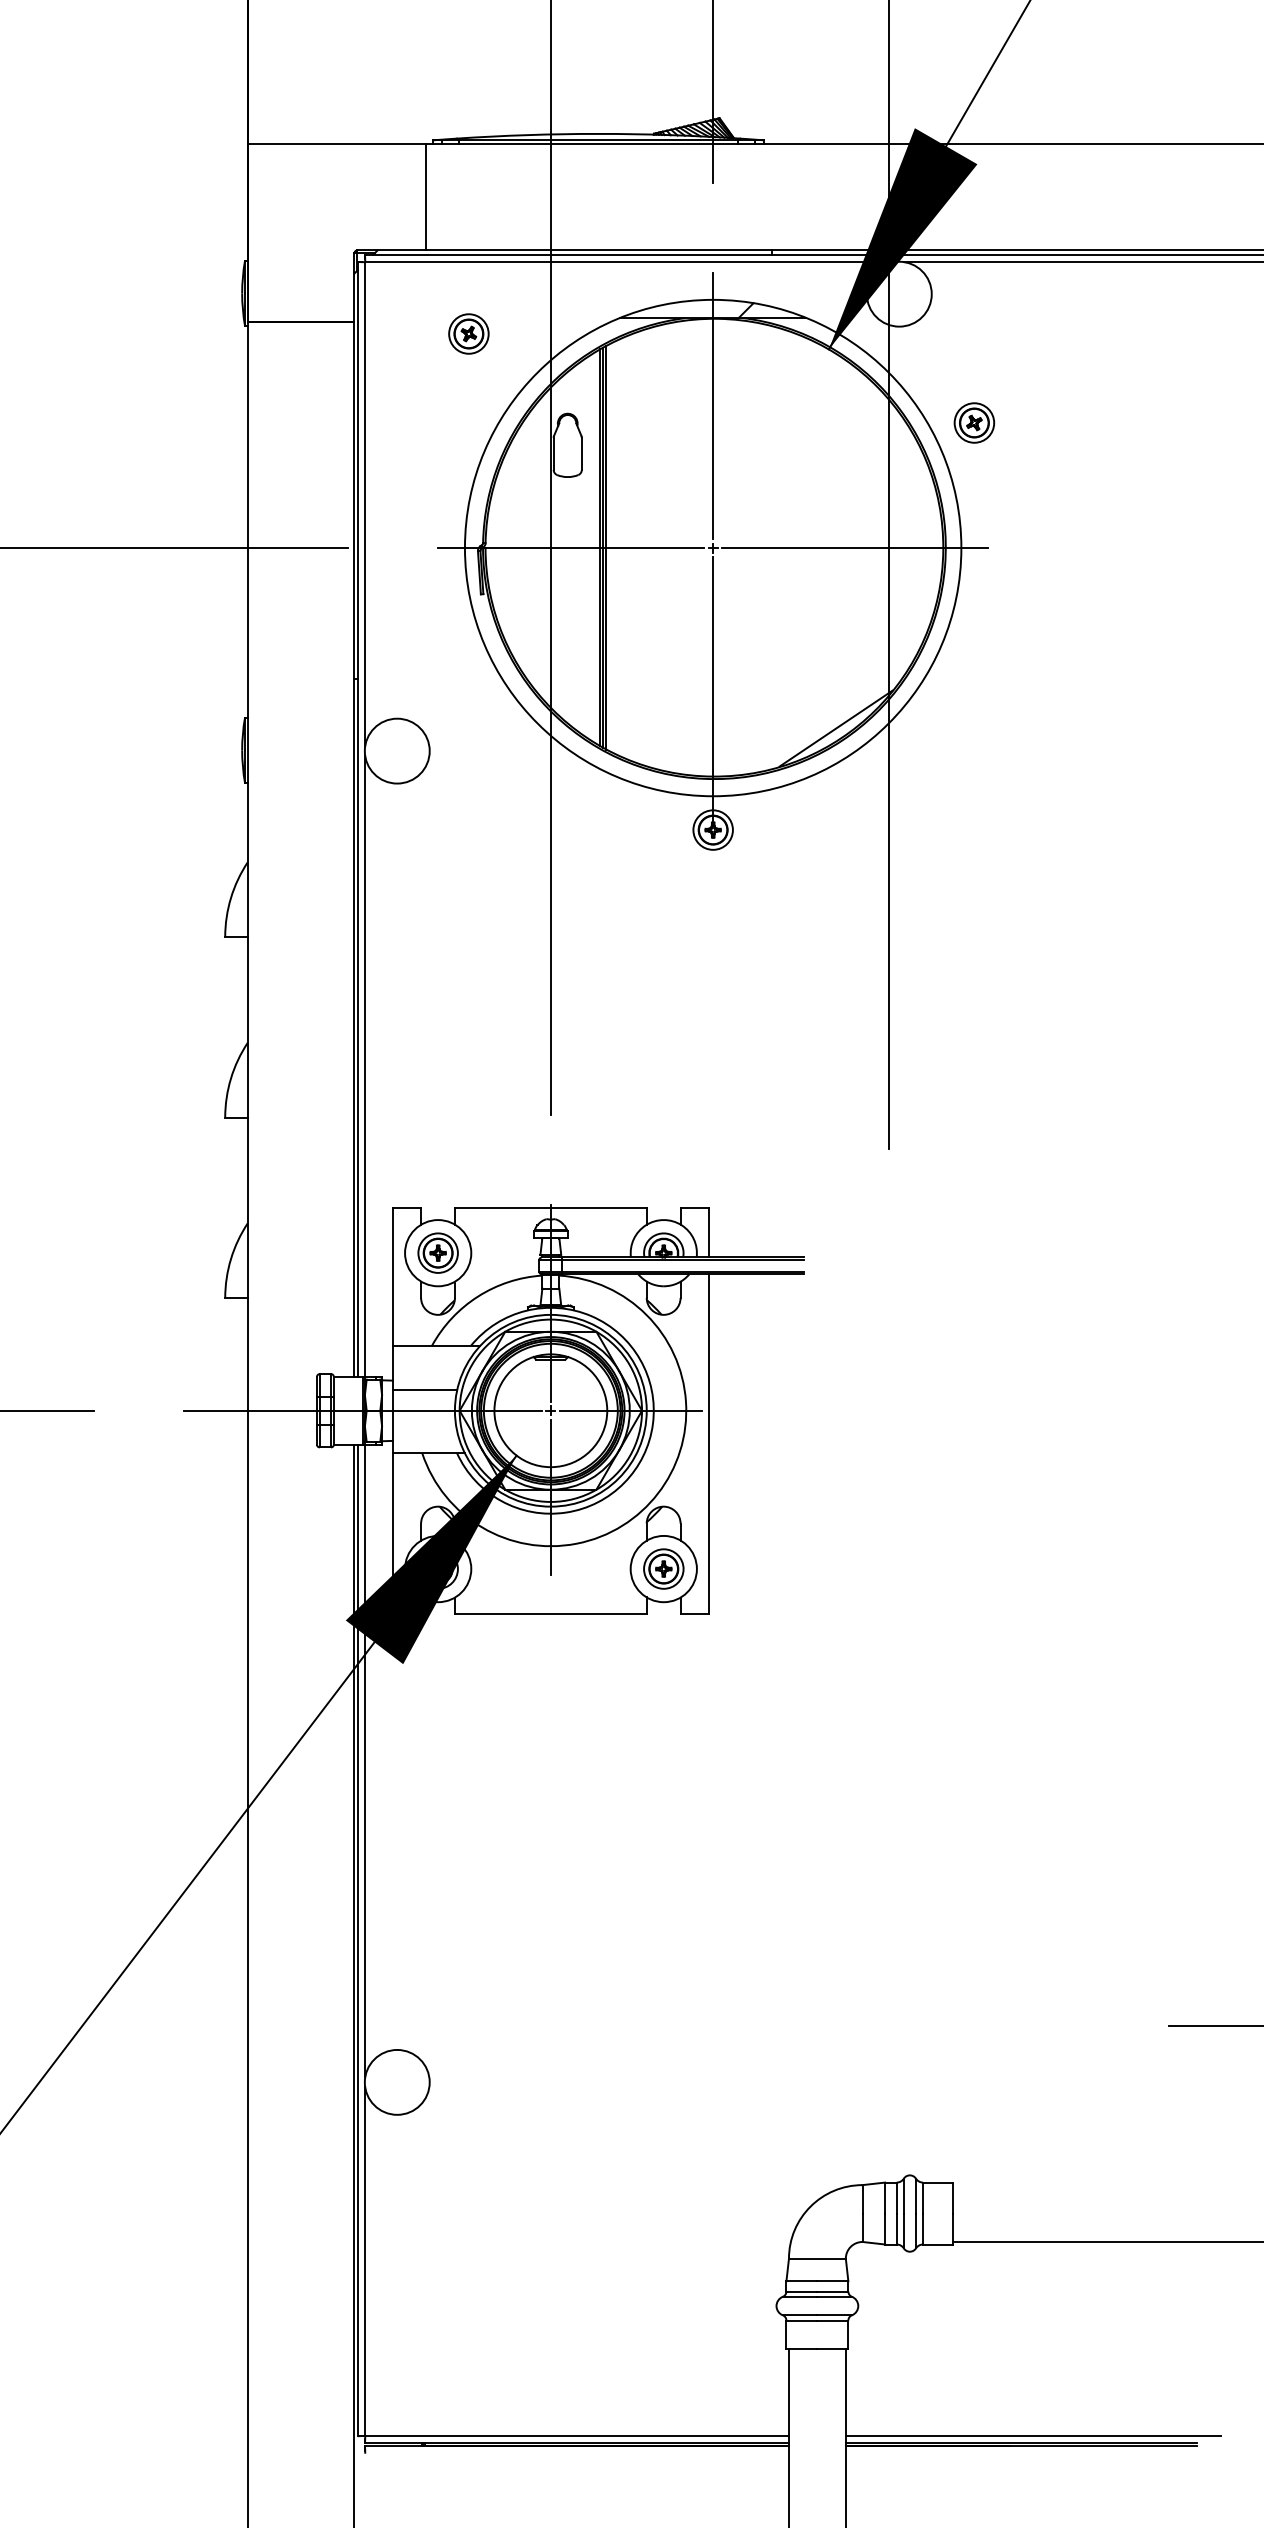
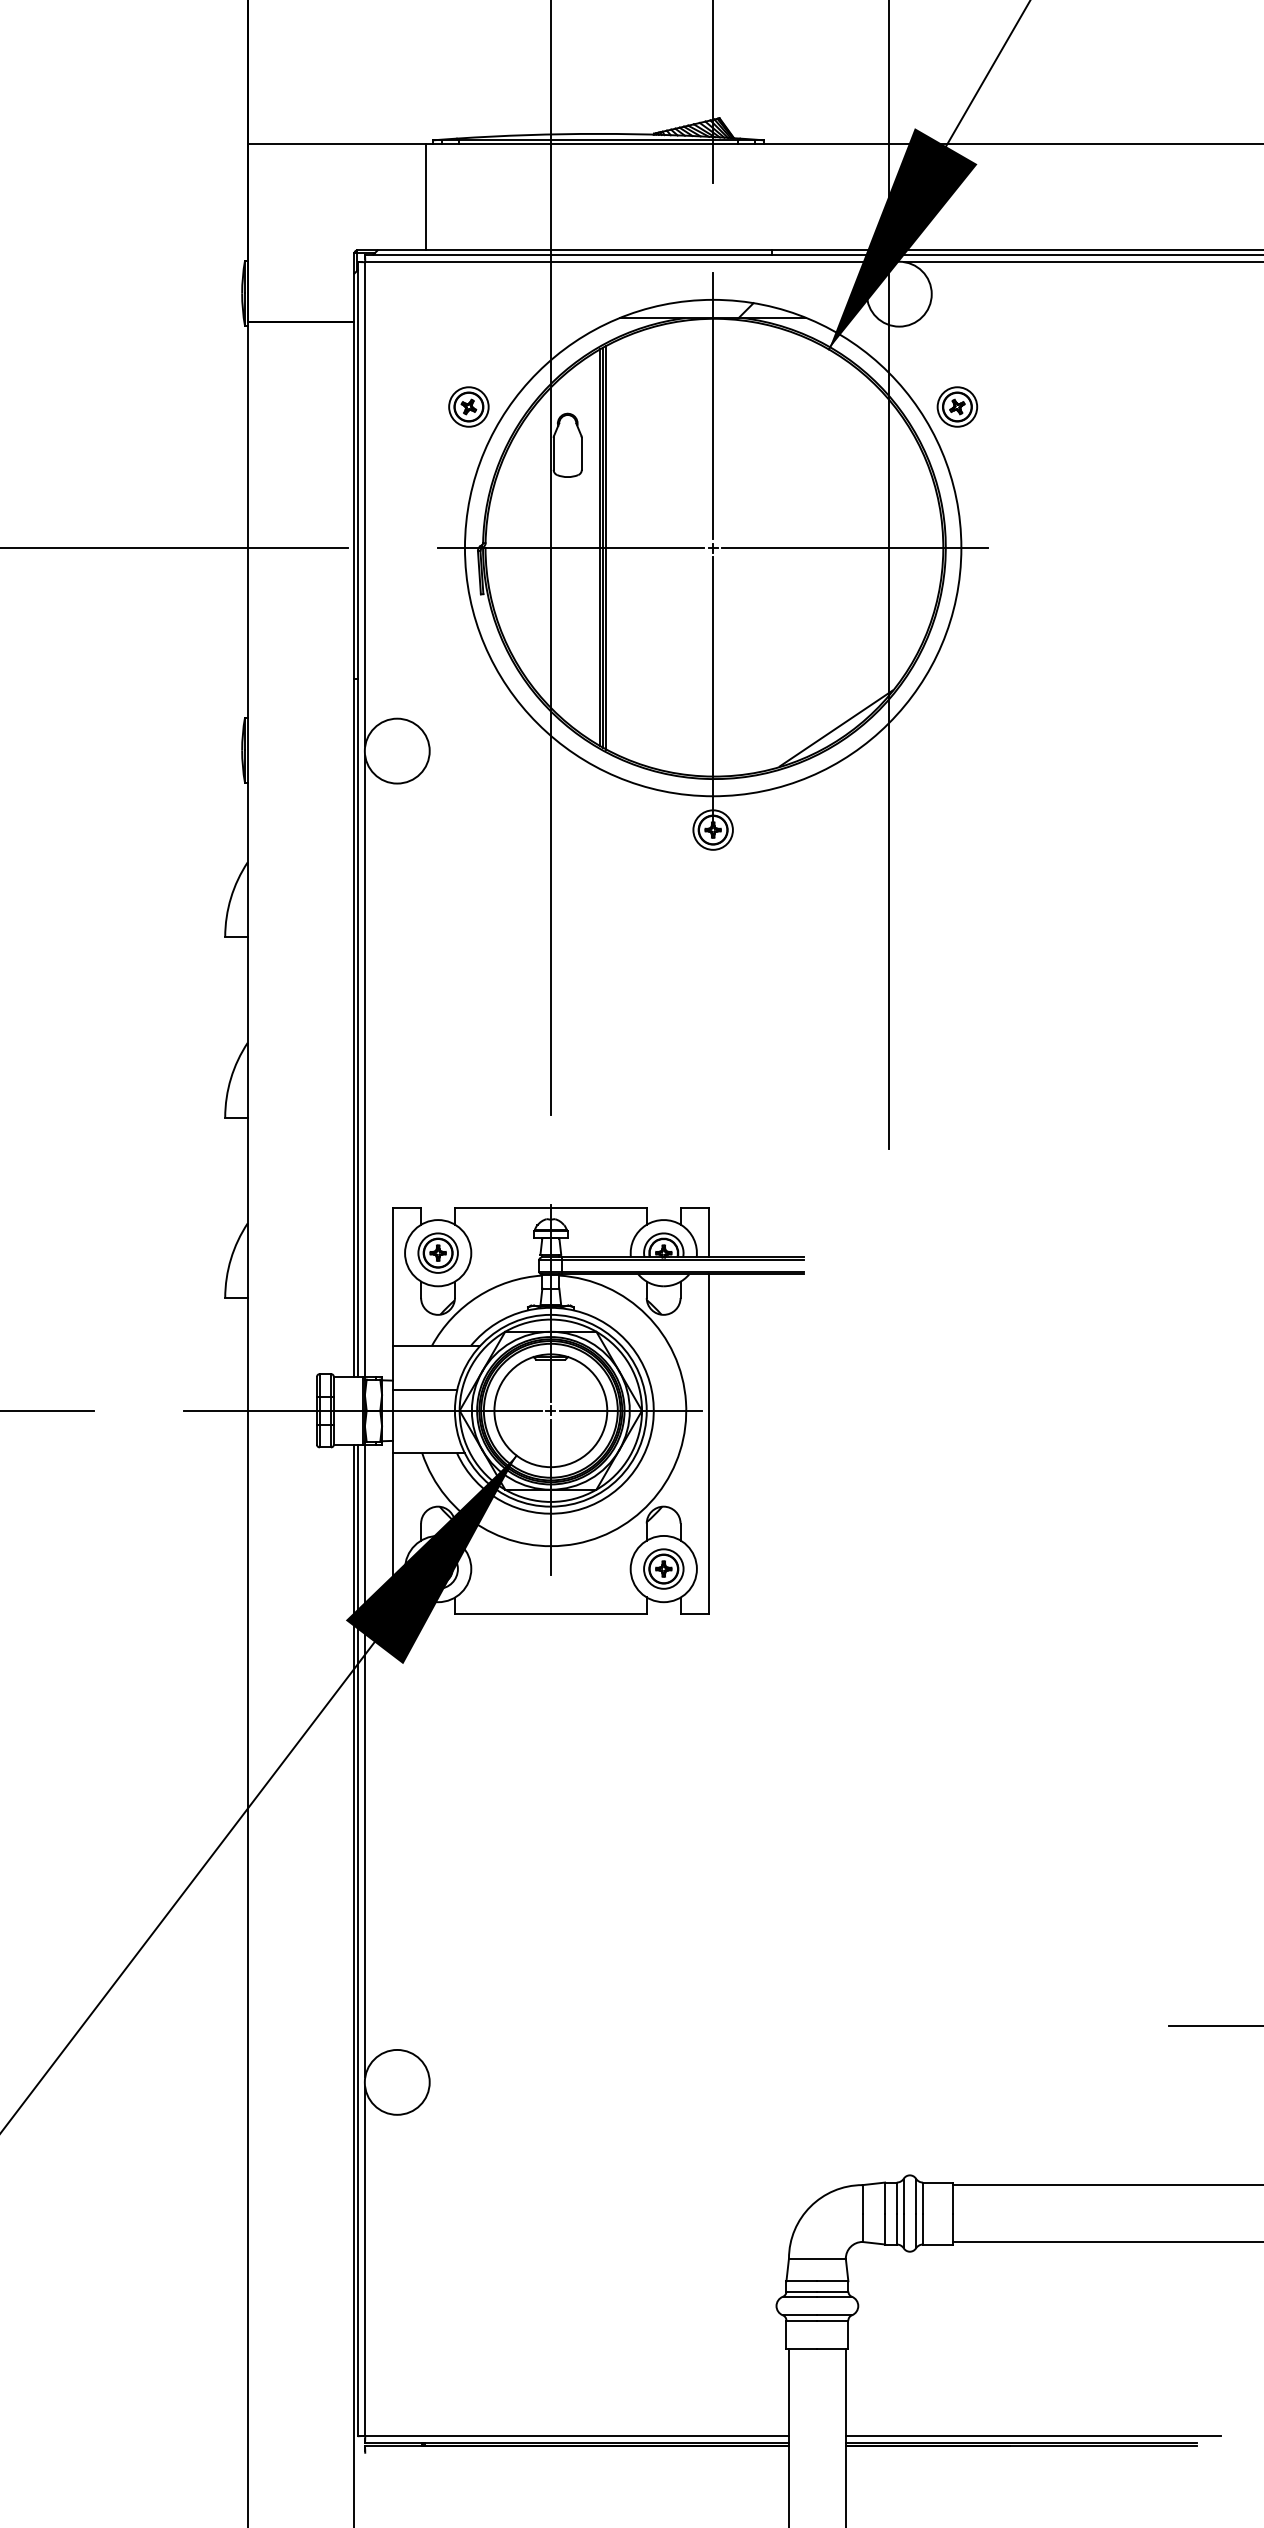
part at (468, 333) position: (468, 333) -> (468, 406)
part at (974, 422) position: (974, 422) -> (957, 406)
line at (1106, 2185): none -> present
